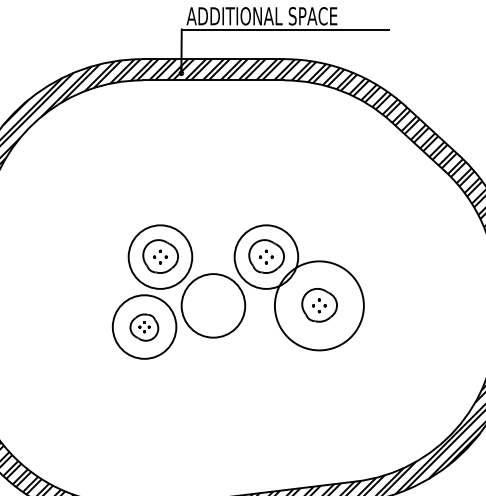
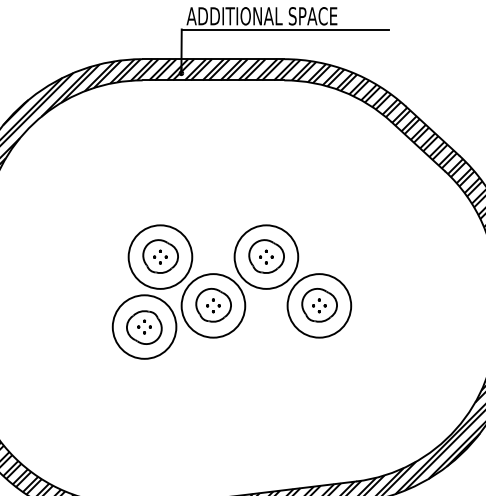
part at (213, 305): none -> present
circle at (318, 305) diameter: 89 px -> 64 px
part at (144, 327) size: 31x29 px -> 37x35 px
